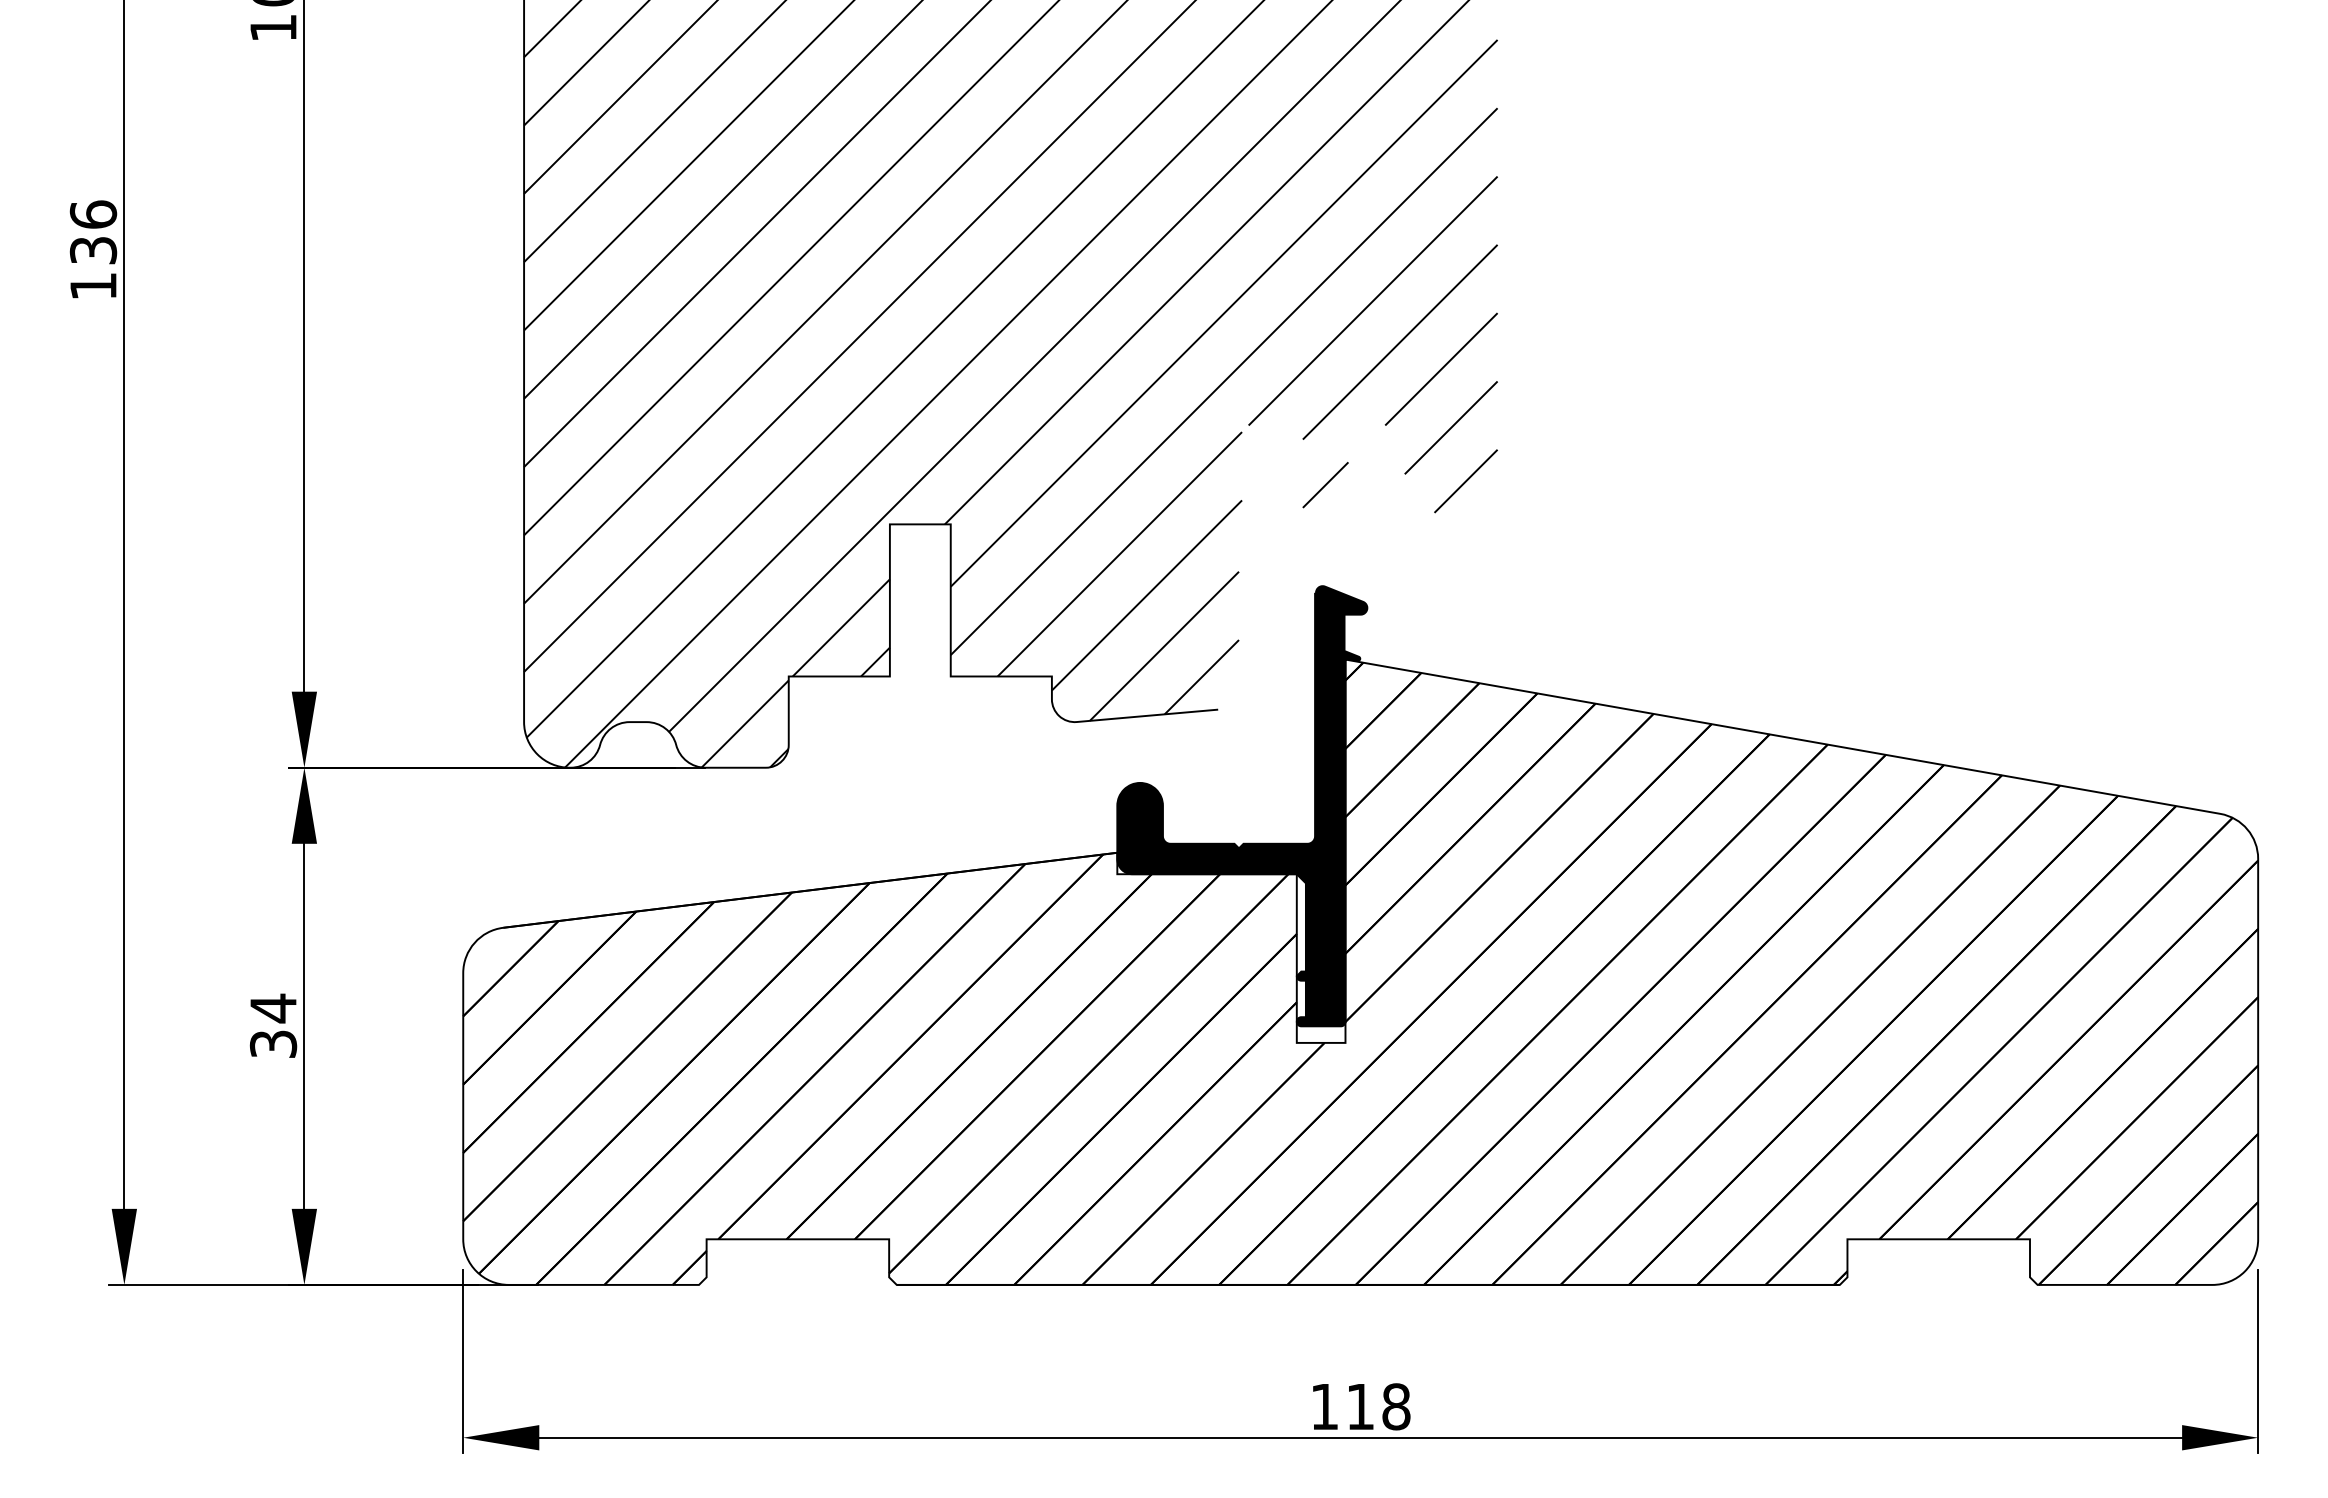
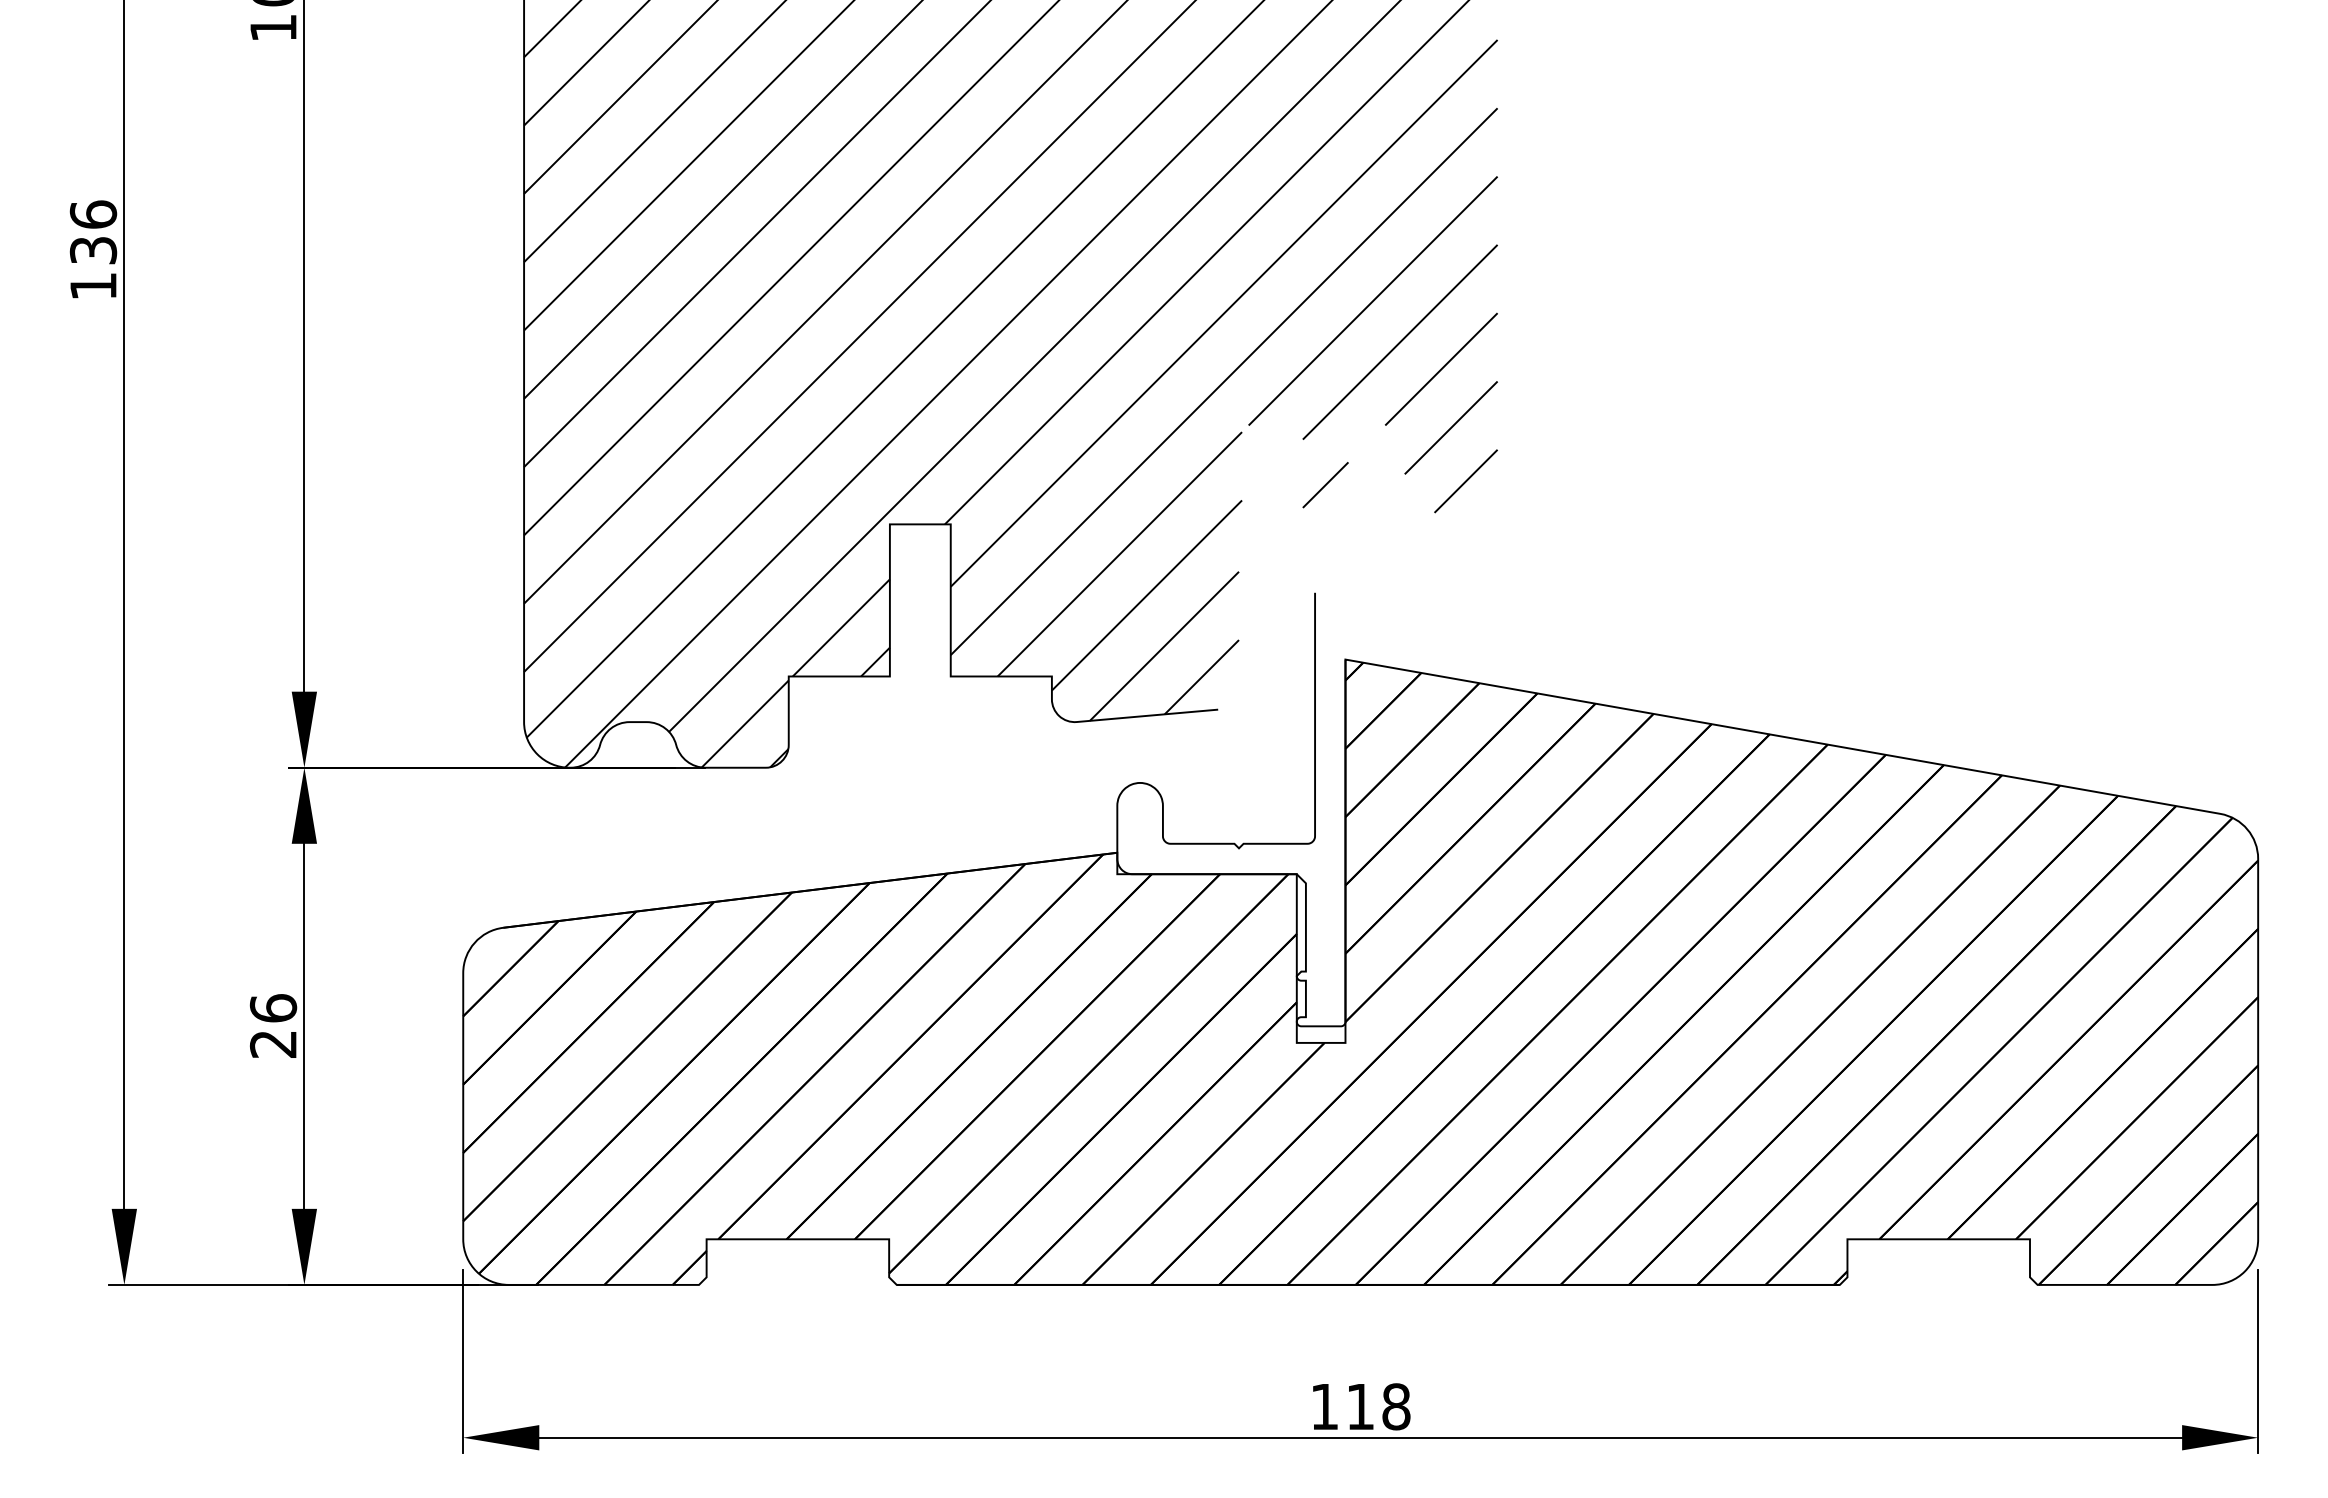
fill at (1242, 805): present -> none
text at (273, 1025): 34 -> 26
